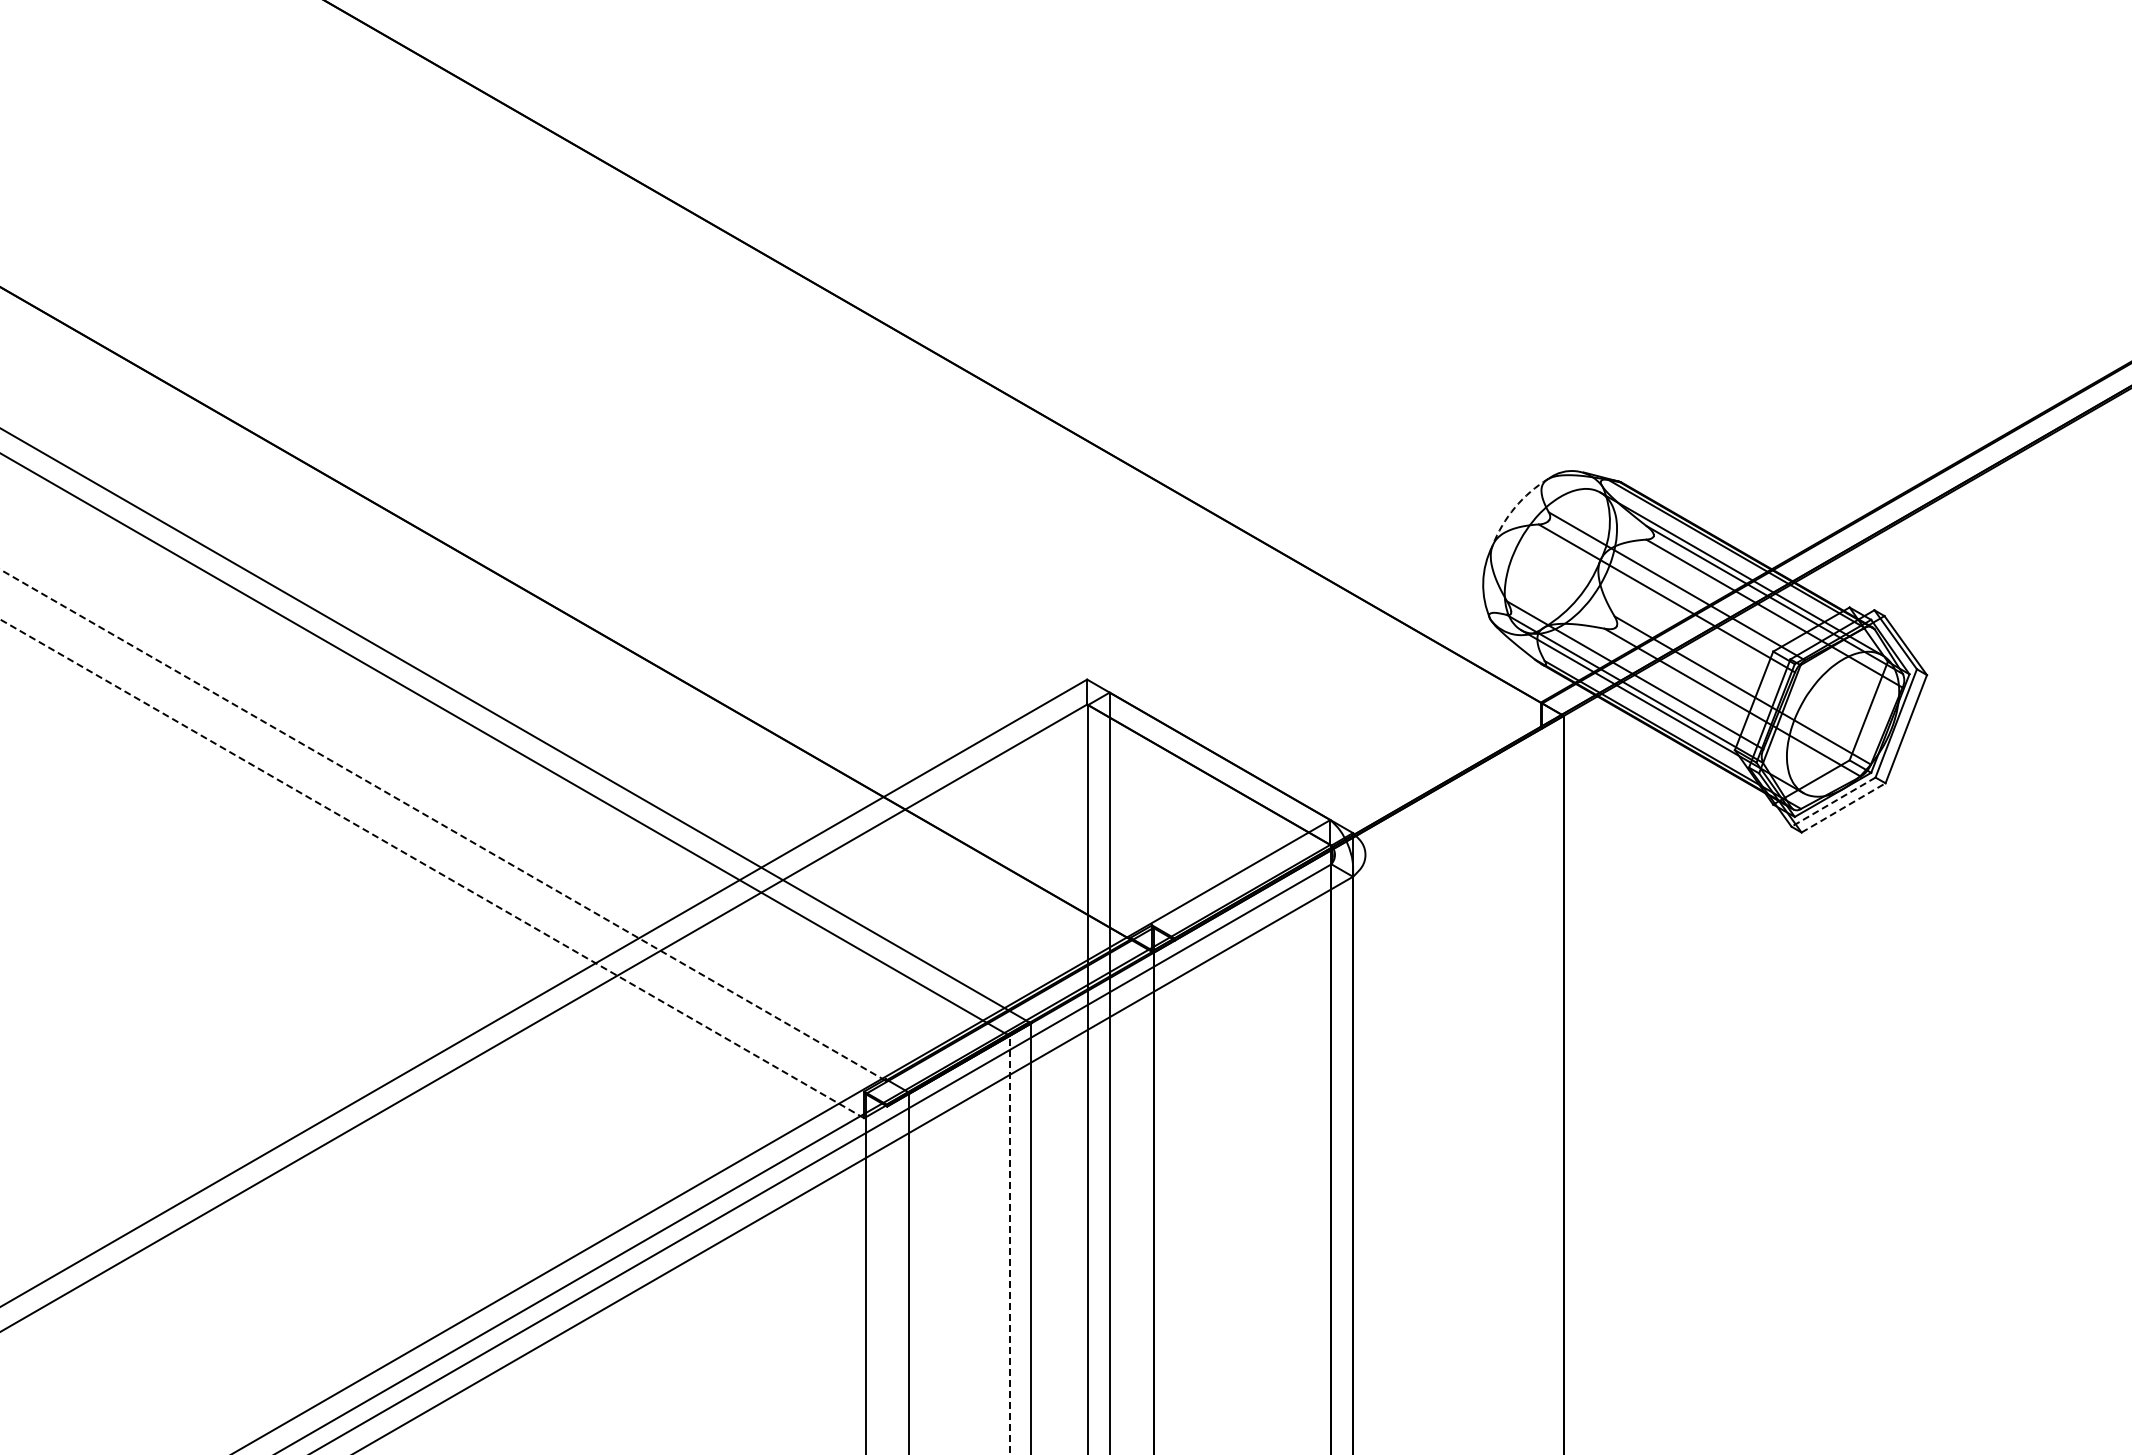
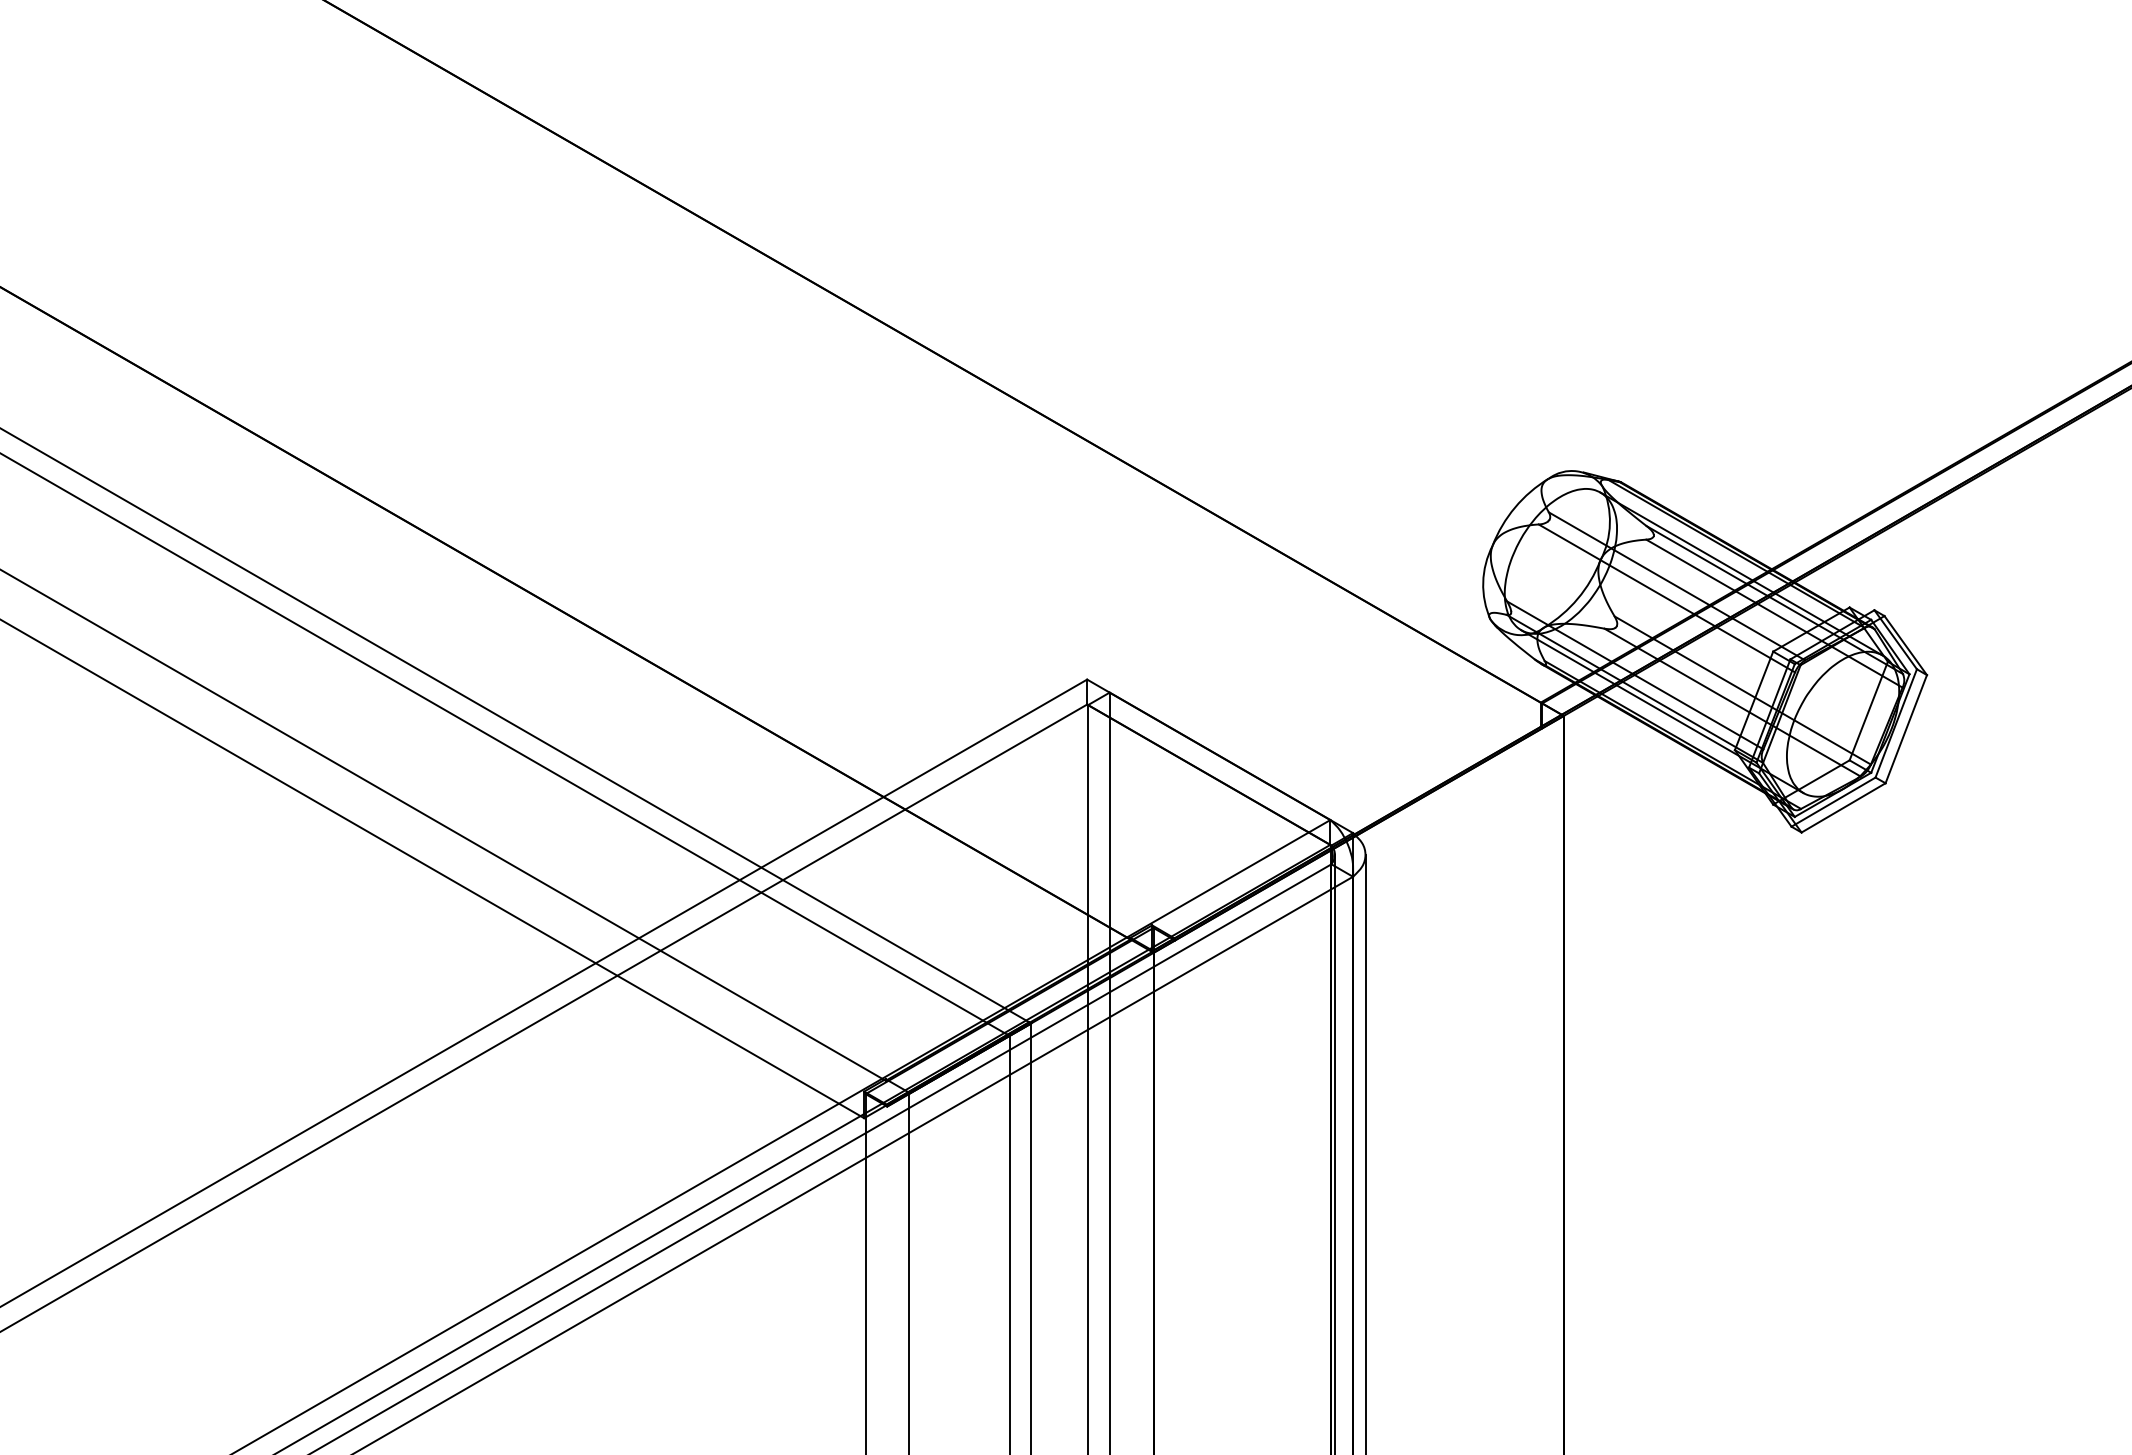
arc at (1515, 507): dashed -> solid
line at (1833, 802): dashed -> solid
line at (1843, 807): dashed -> solid
line at (443, 825): dashed -> solid
line at (432, 868): dashed -> solid
line at (1334, 1152): none -> present
line at (1365, 1152): none -> present
line at (1009, 1244): dashed -> solid
